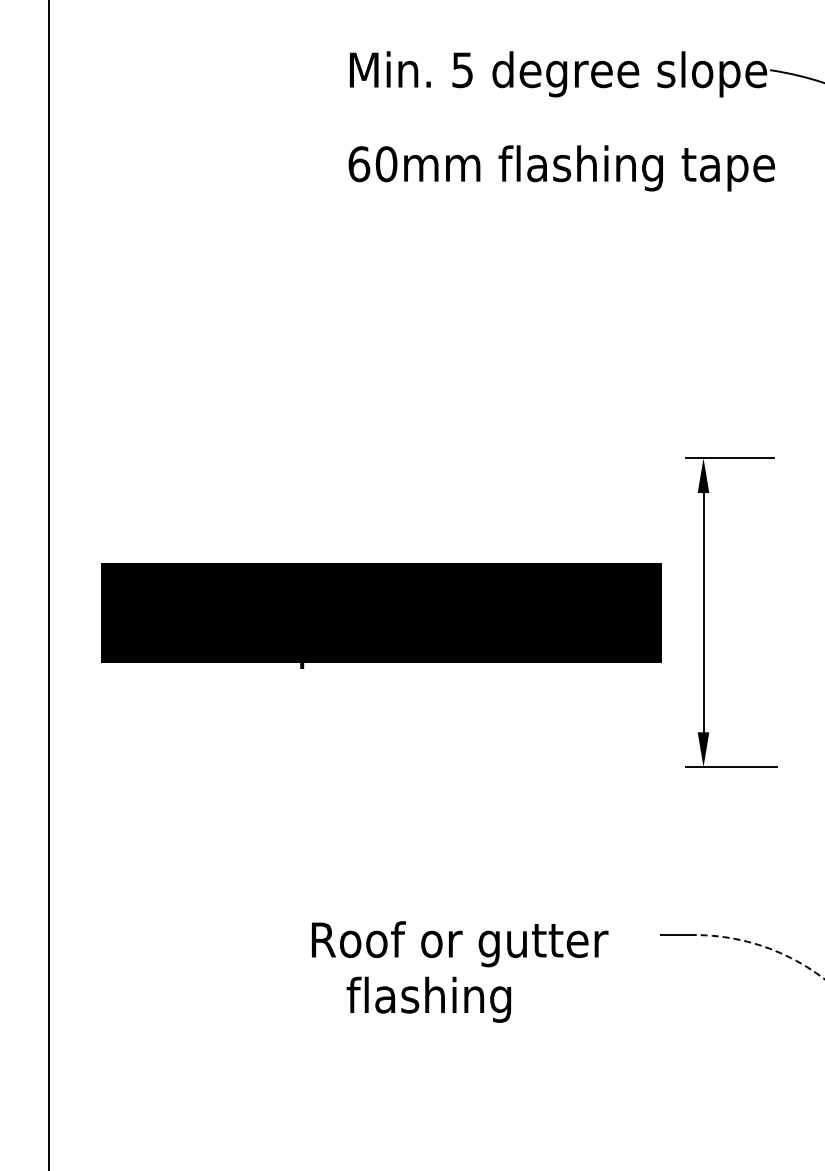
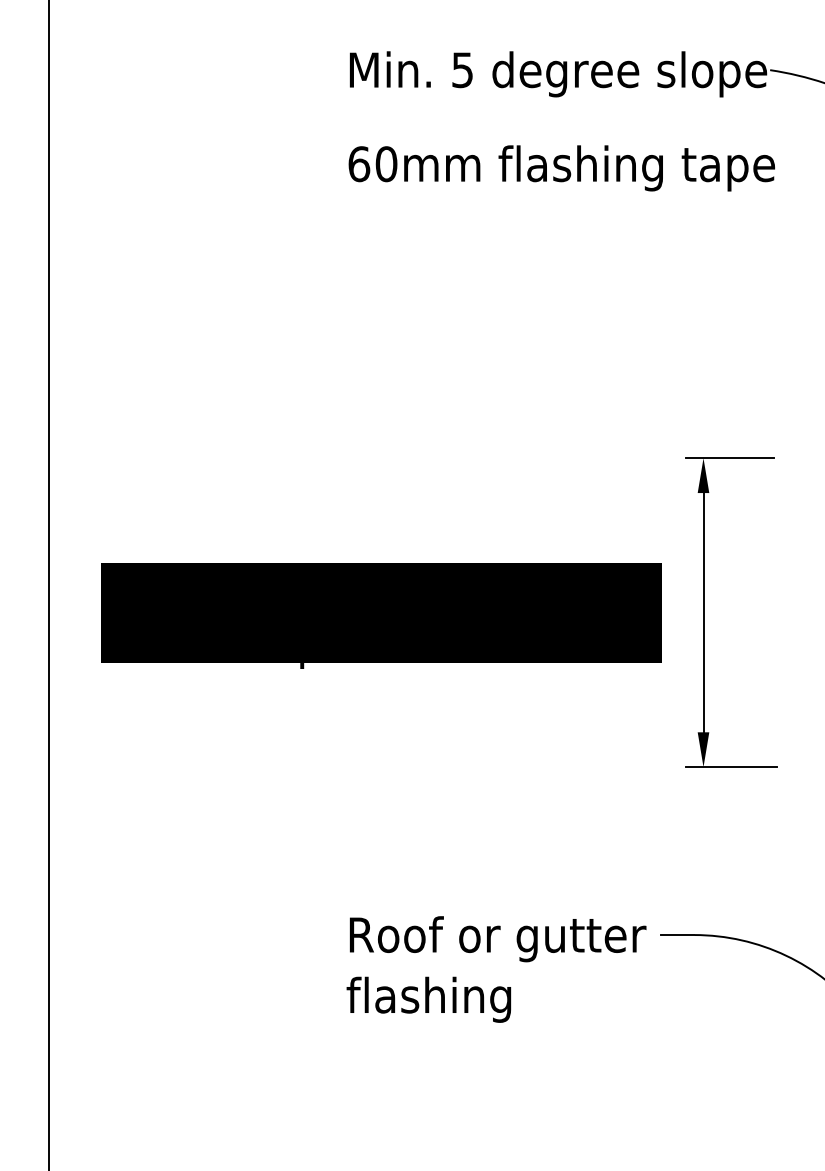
text at (460, 944) position: (460, 944) -> (498, 939)
arc at (763, 946): dashed -> solid
